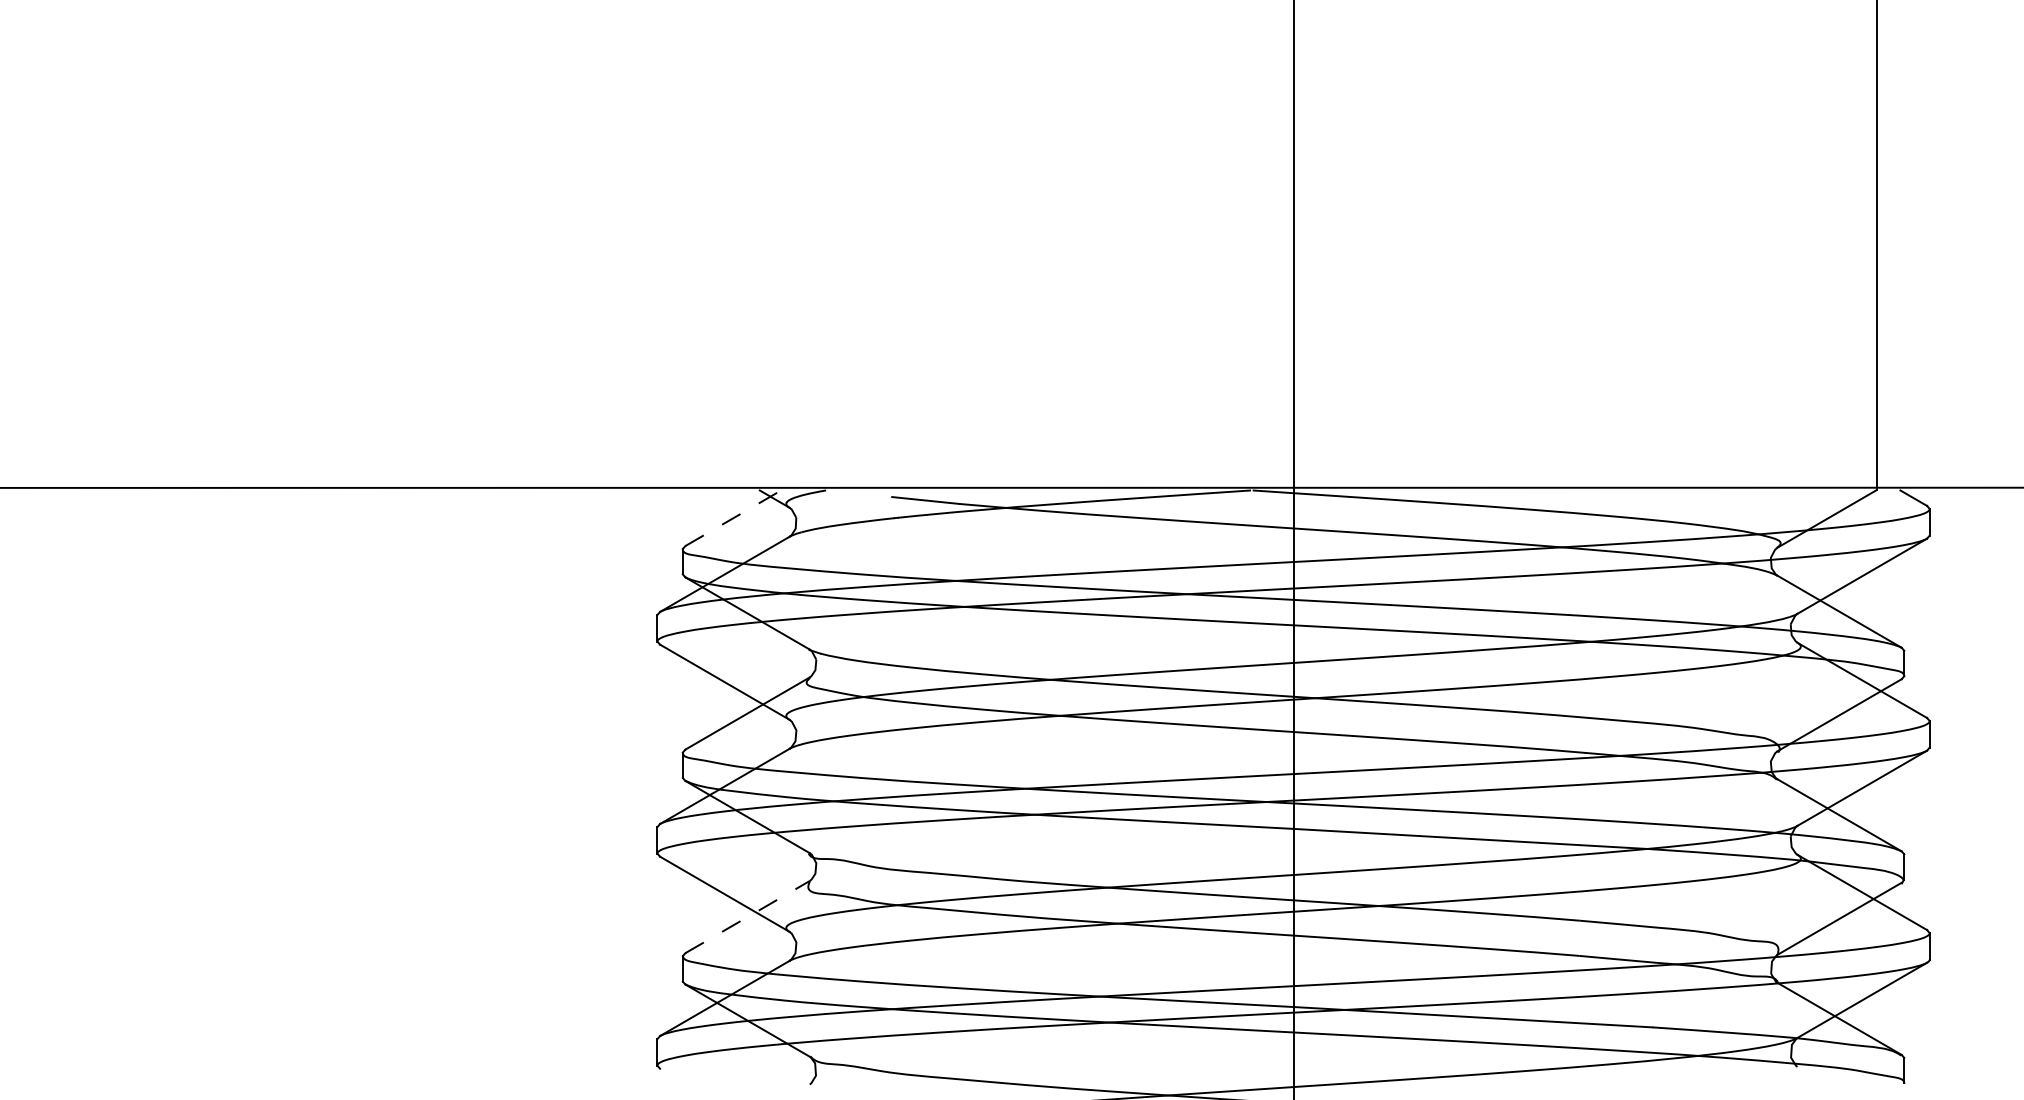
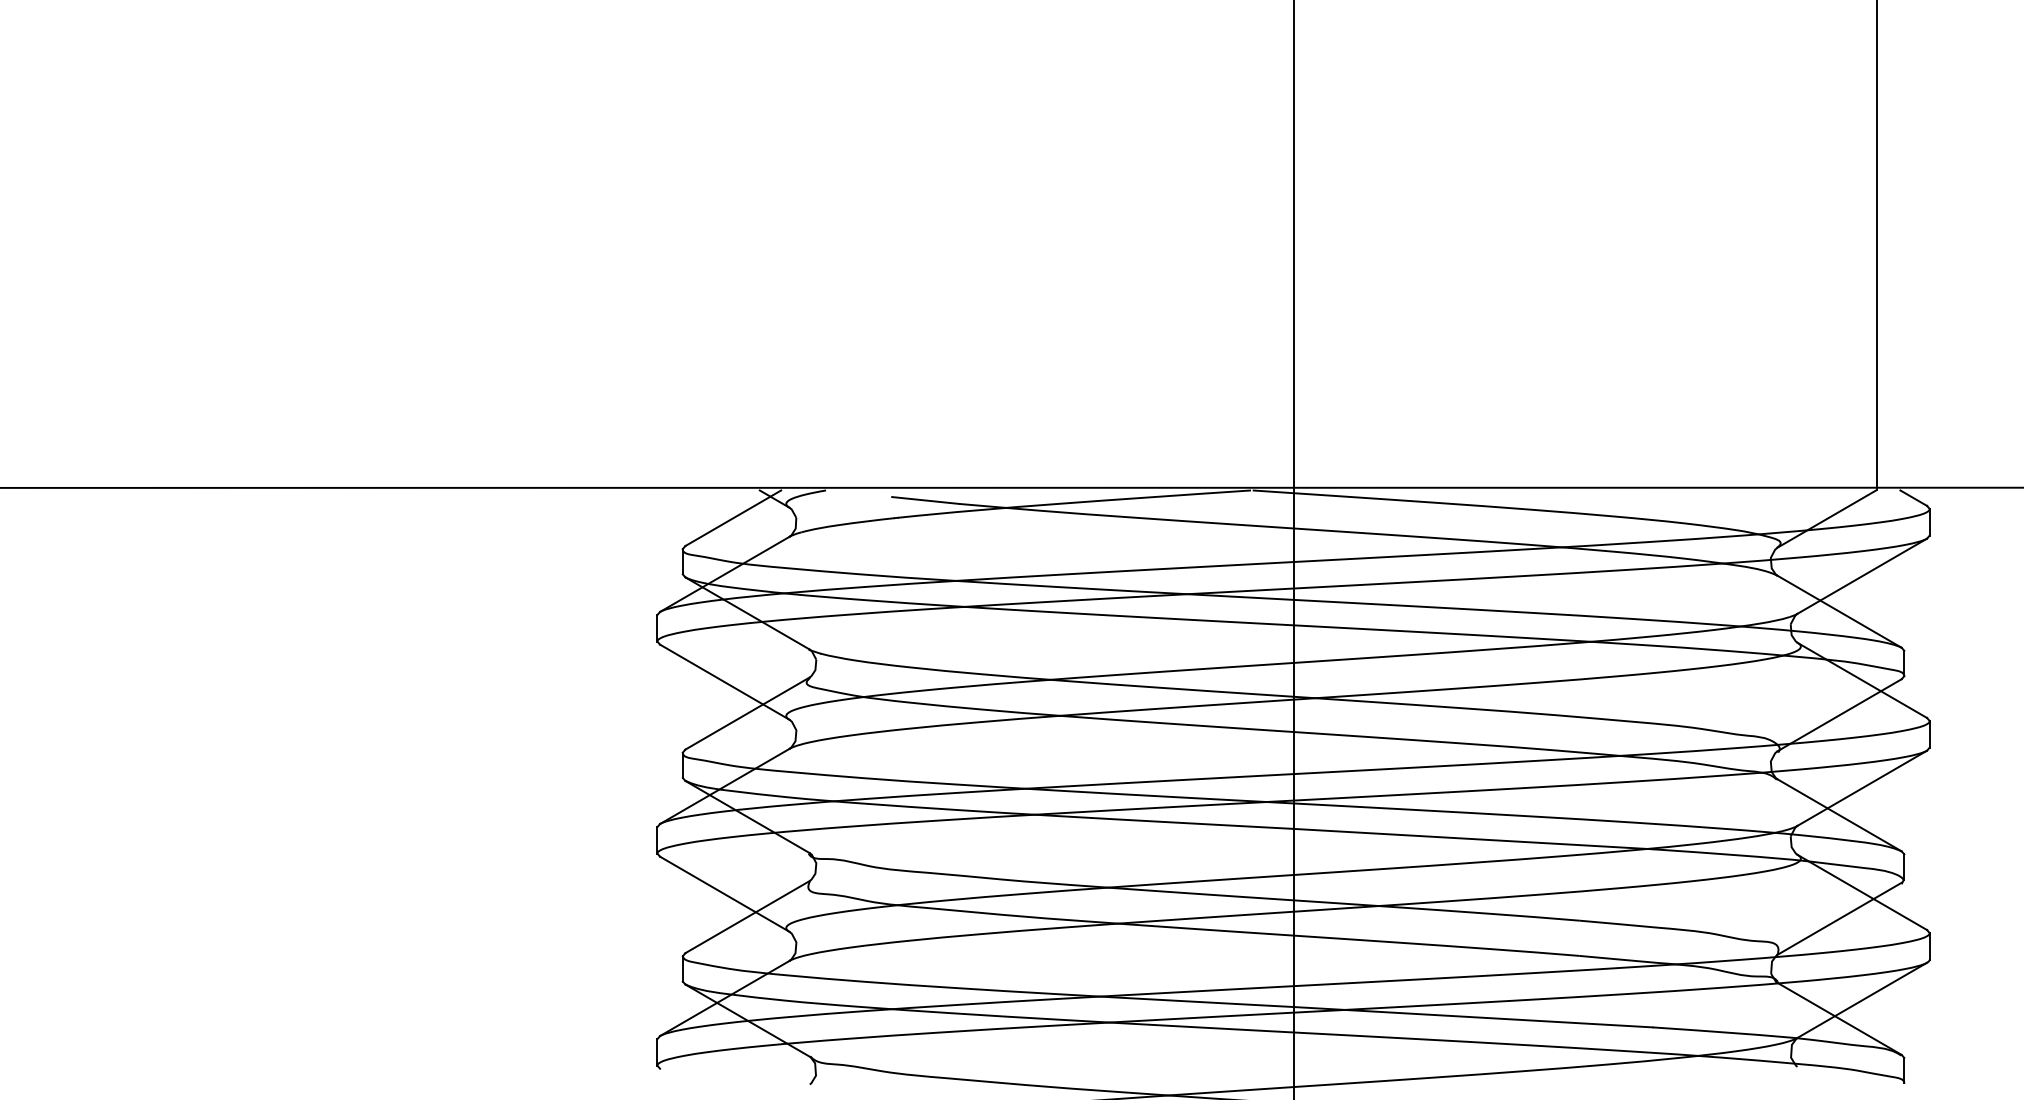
line at (733, 518): dashed -> solid
line at (747, 917): dashed -> solid
